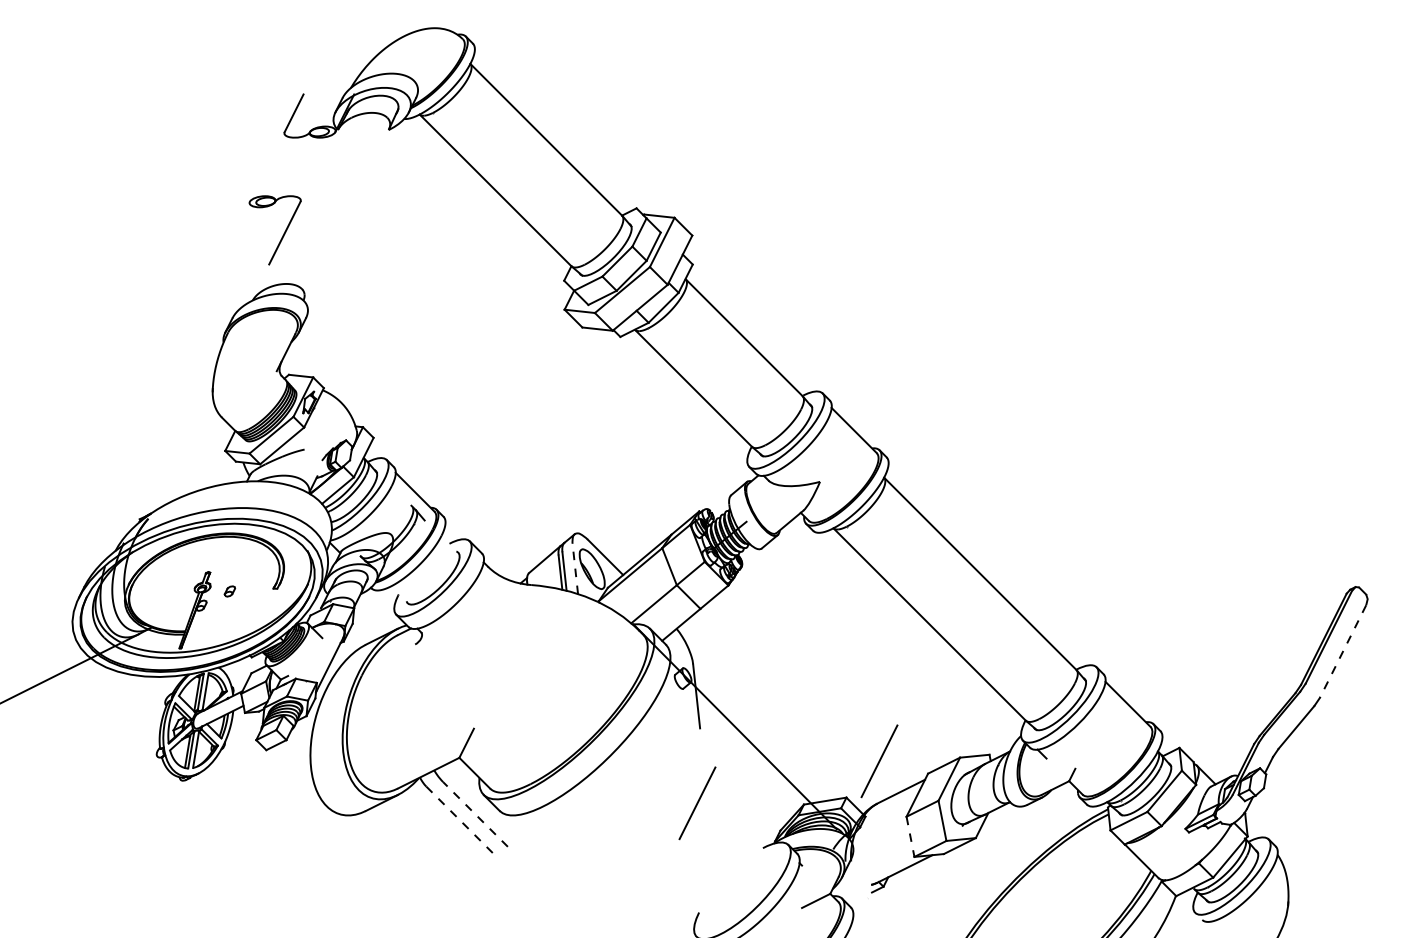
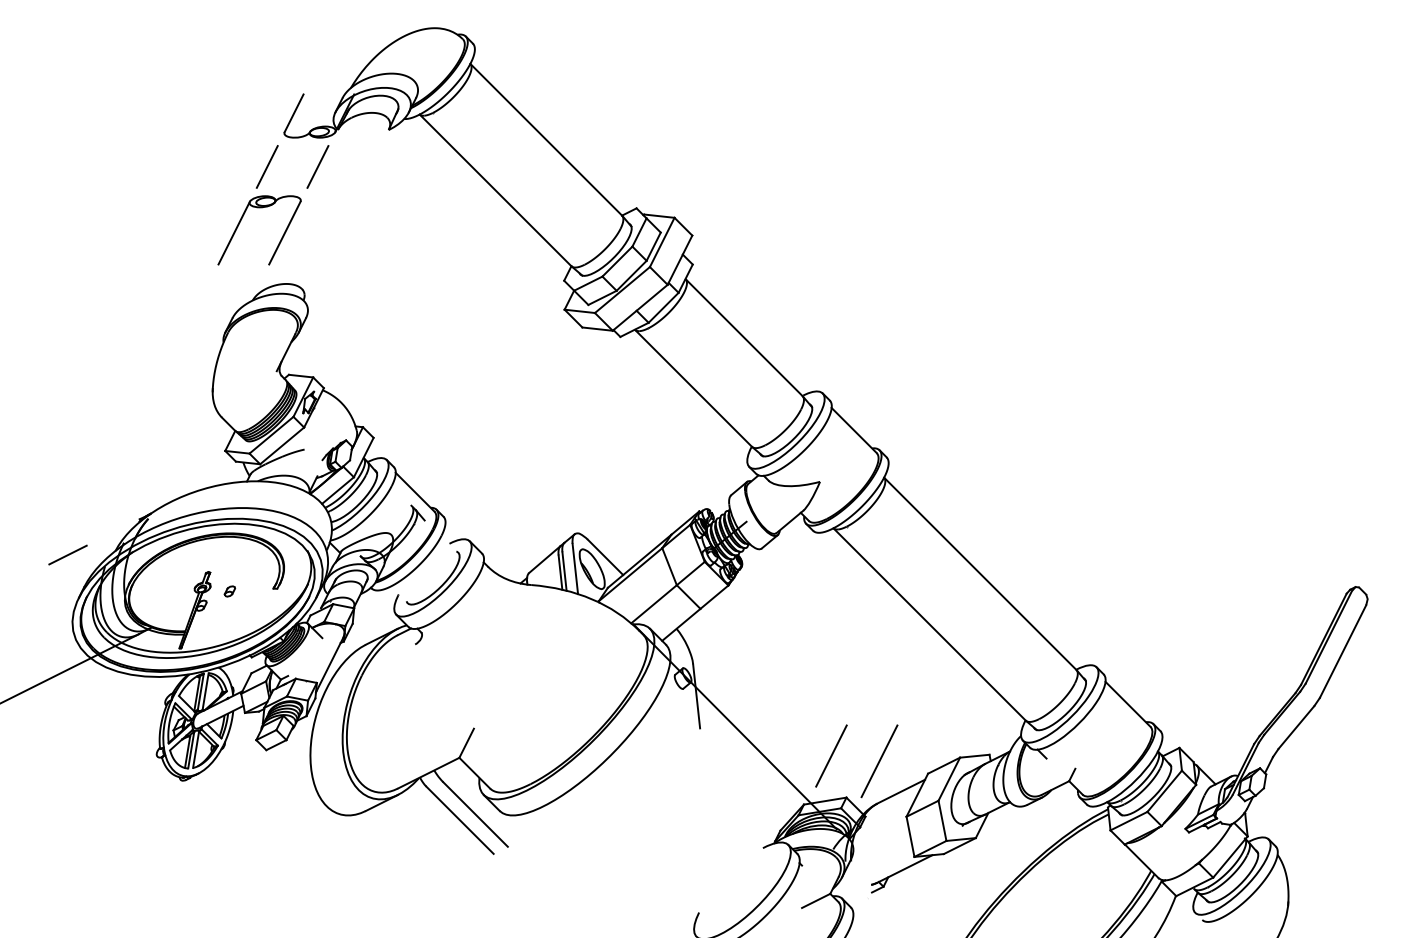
line at (266, 166): none -> present
line at (317, 166): none -> present
line at (233, 232): none -> present
line at (67, 554): none -> present
line at (575, 568): dashed -> solid
line at (1343, 651): dashed -> solid
line at (831, 755): none -> present
line at (697, 803): present -> none
line at (475, 814): dashed -> solid
line at (460, 820): dashed -> solid
line at (910, 837): dashed -> solid
